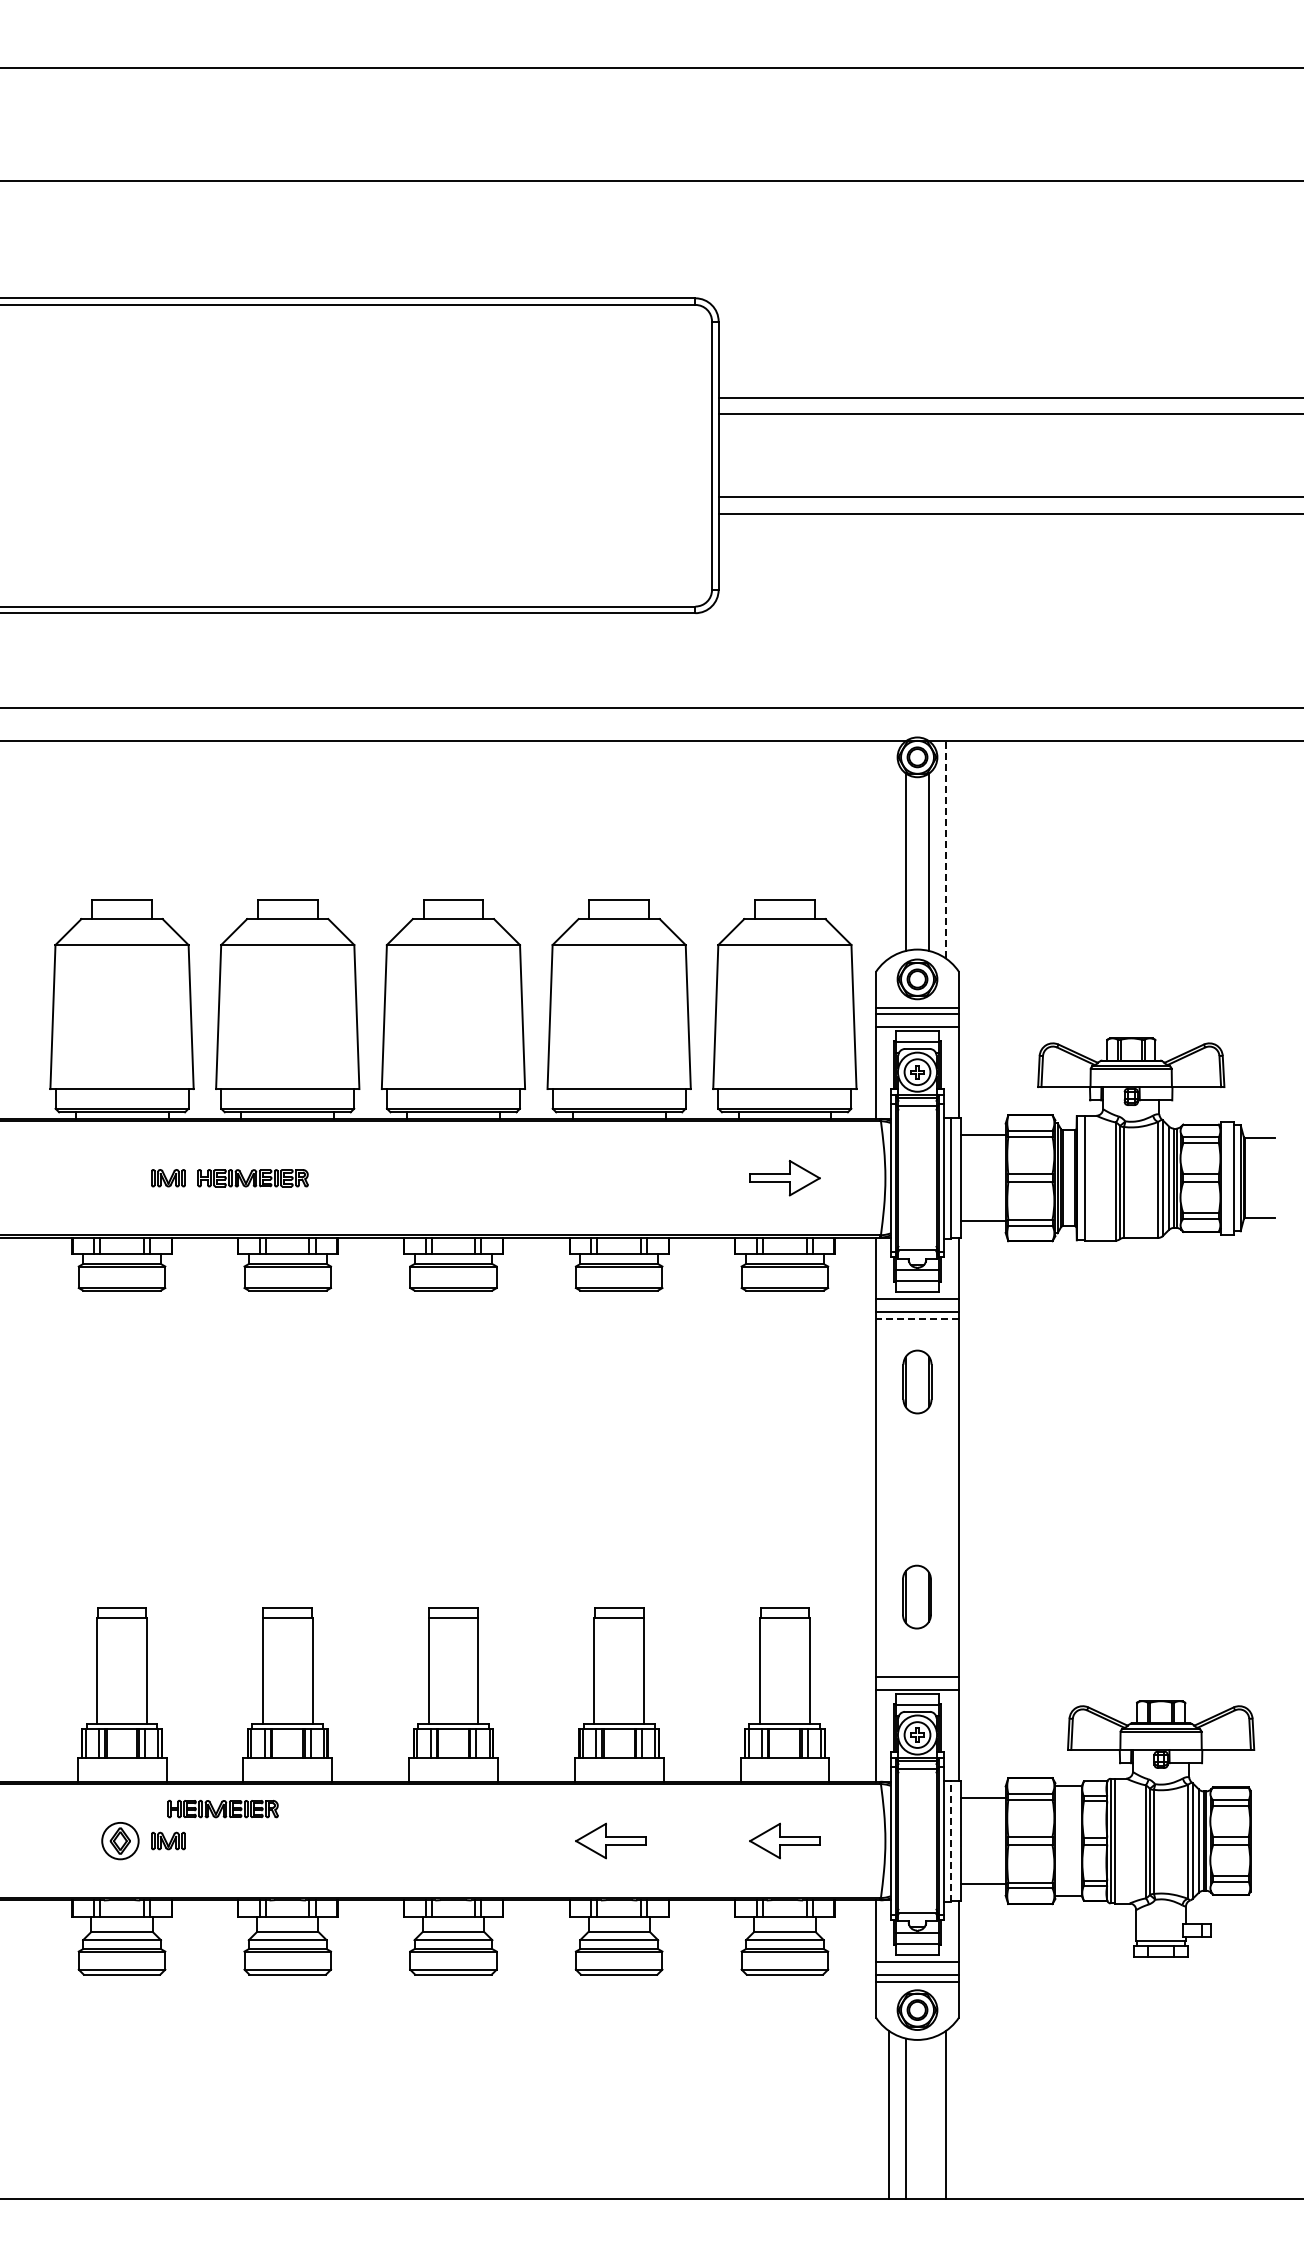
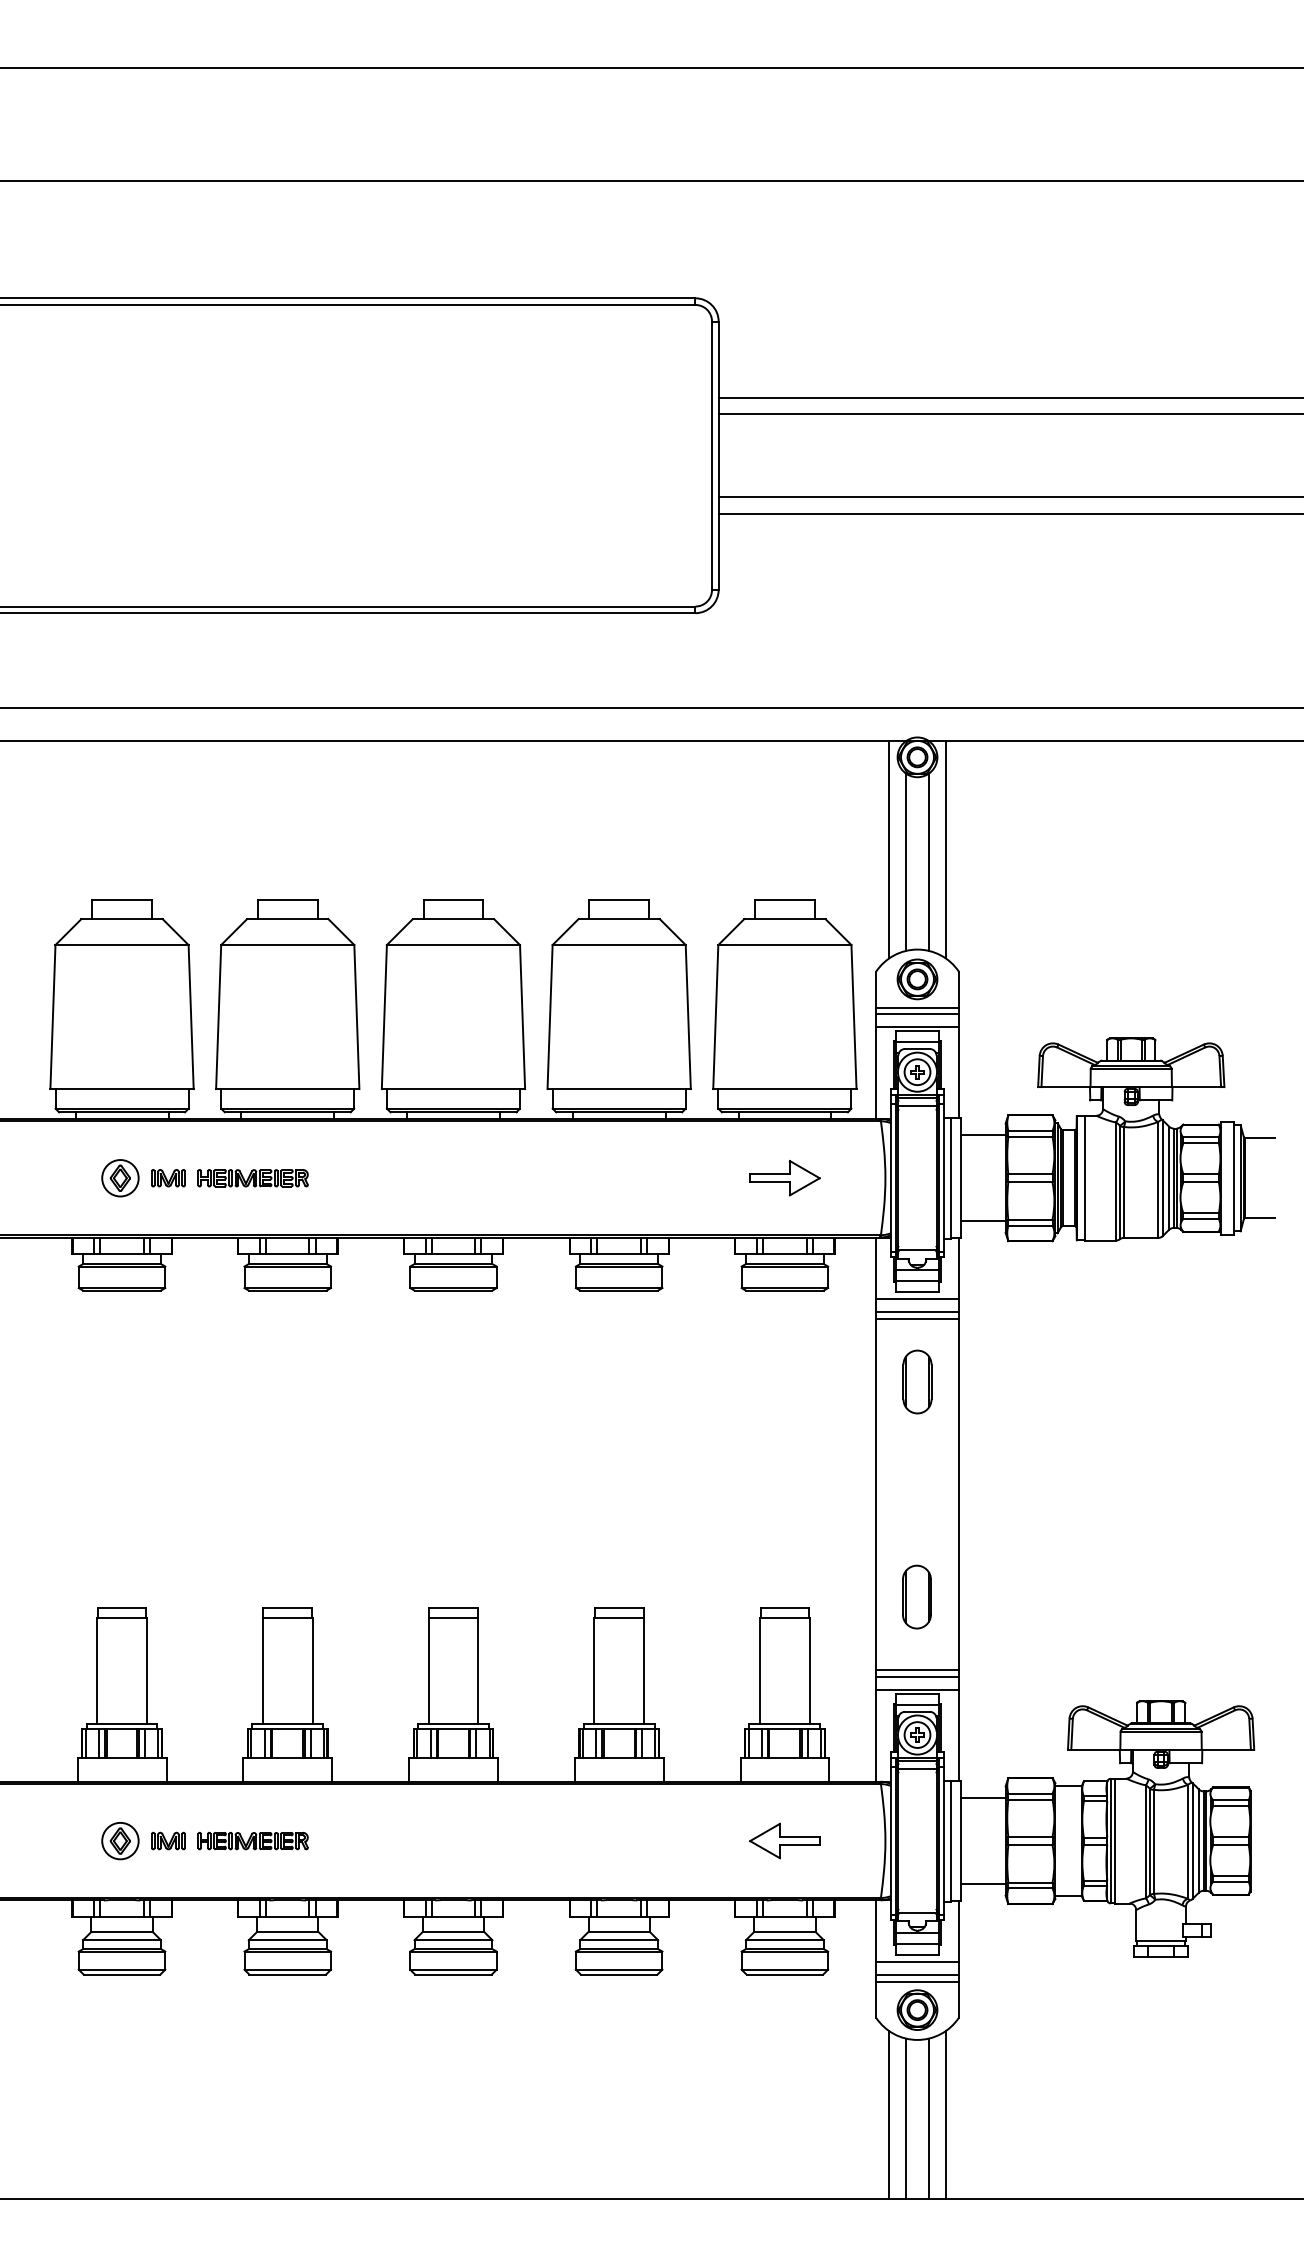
line at (889, 849): none -> present
line at (945, 849): dashed -> solid
part at (120, 1178): none -> present
line at (917, 1319): dashed -> solid
line at (917, 1670): none -> present
part at (222, 1808) position: (222, 1808) -> (252, 1840)
part at (610, 1840): present -> none
line at (950, 1840): dashed -> solid
line at (929, 2118): none -> present
